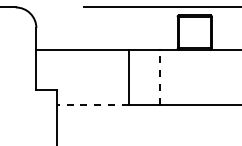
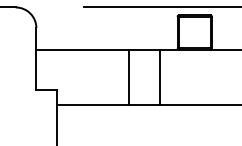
line at (160, 76): dashed -> solid
line at (92, 104): dashed -> solid
